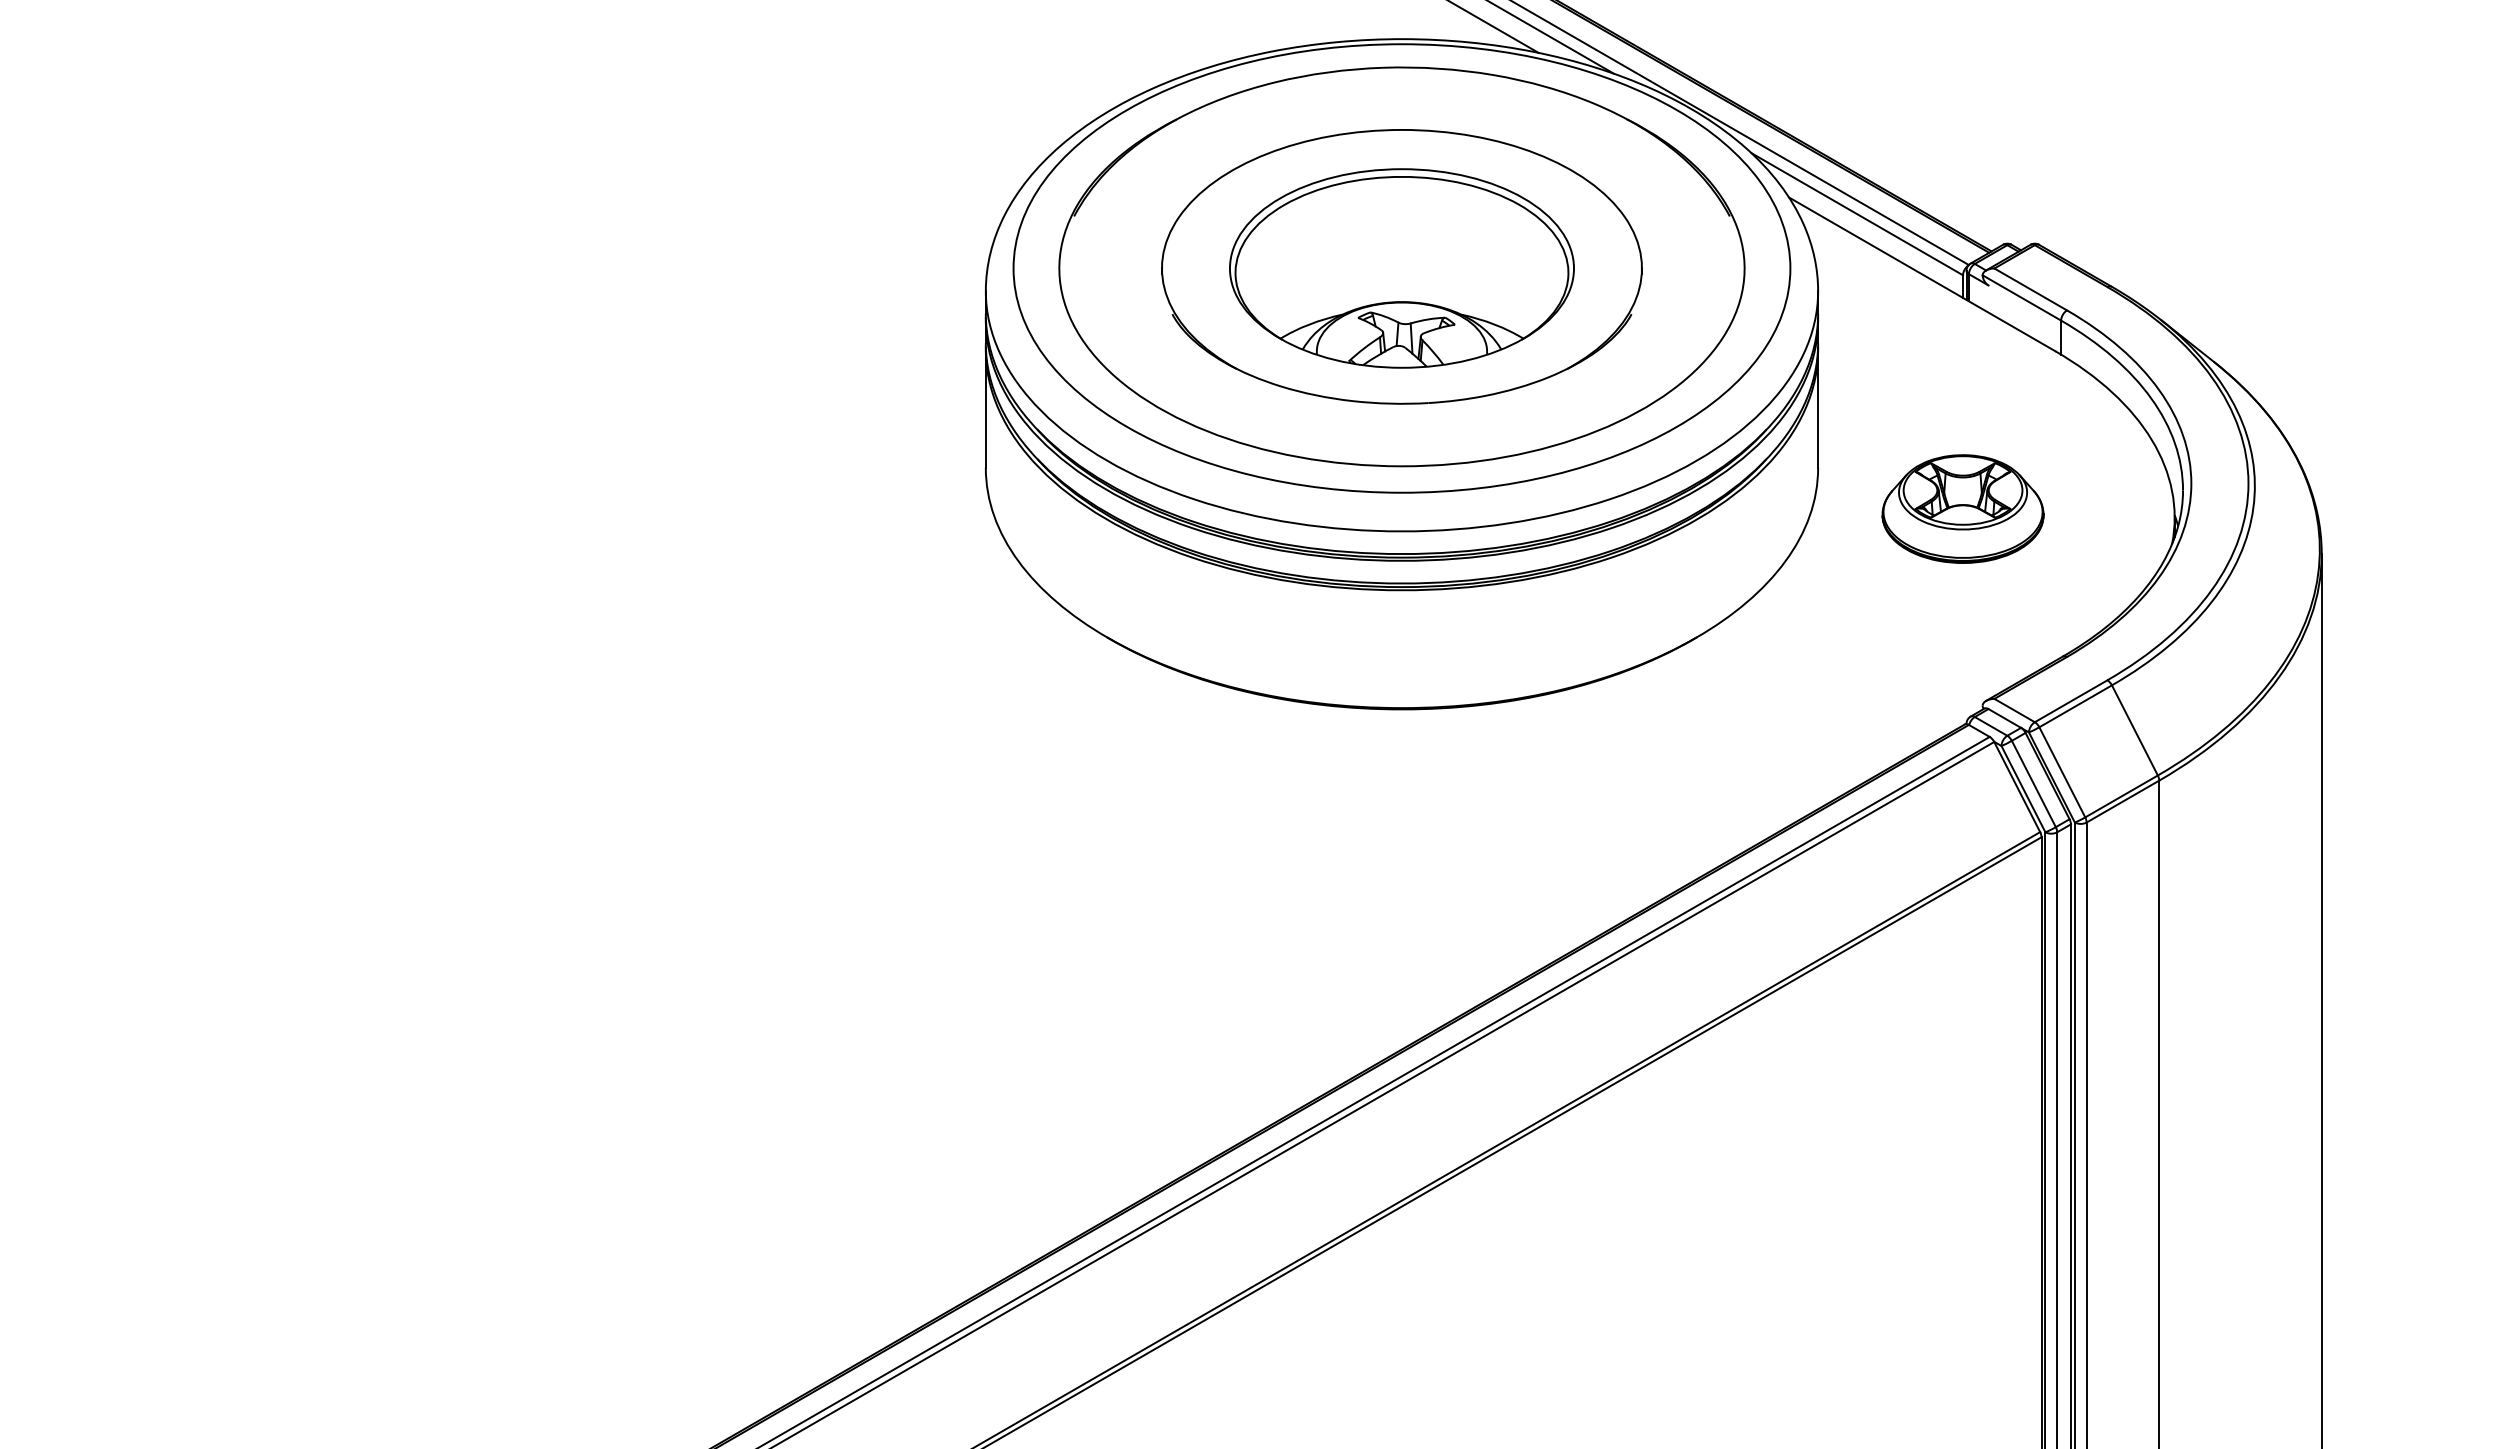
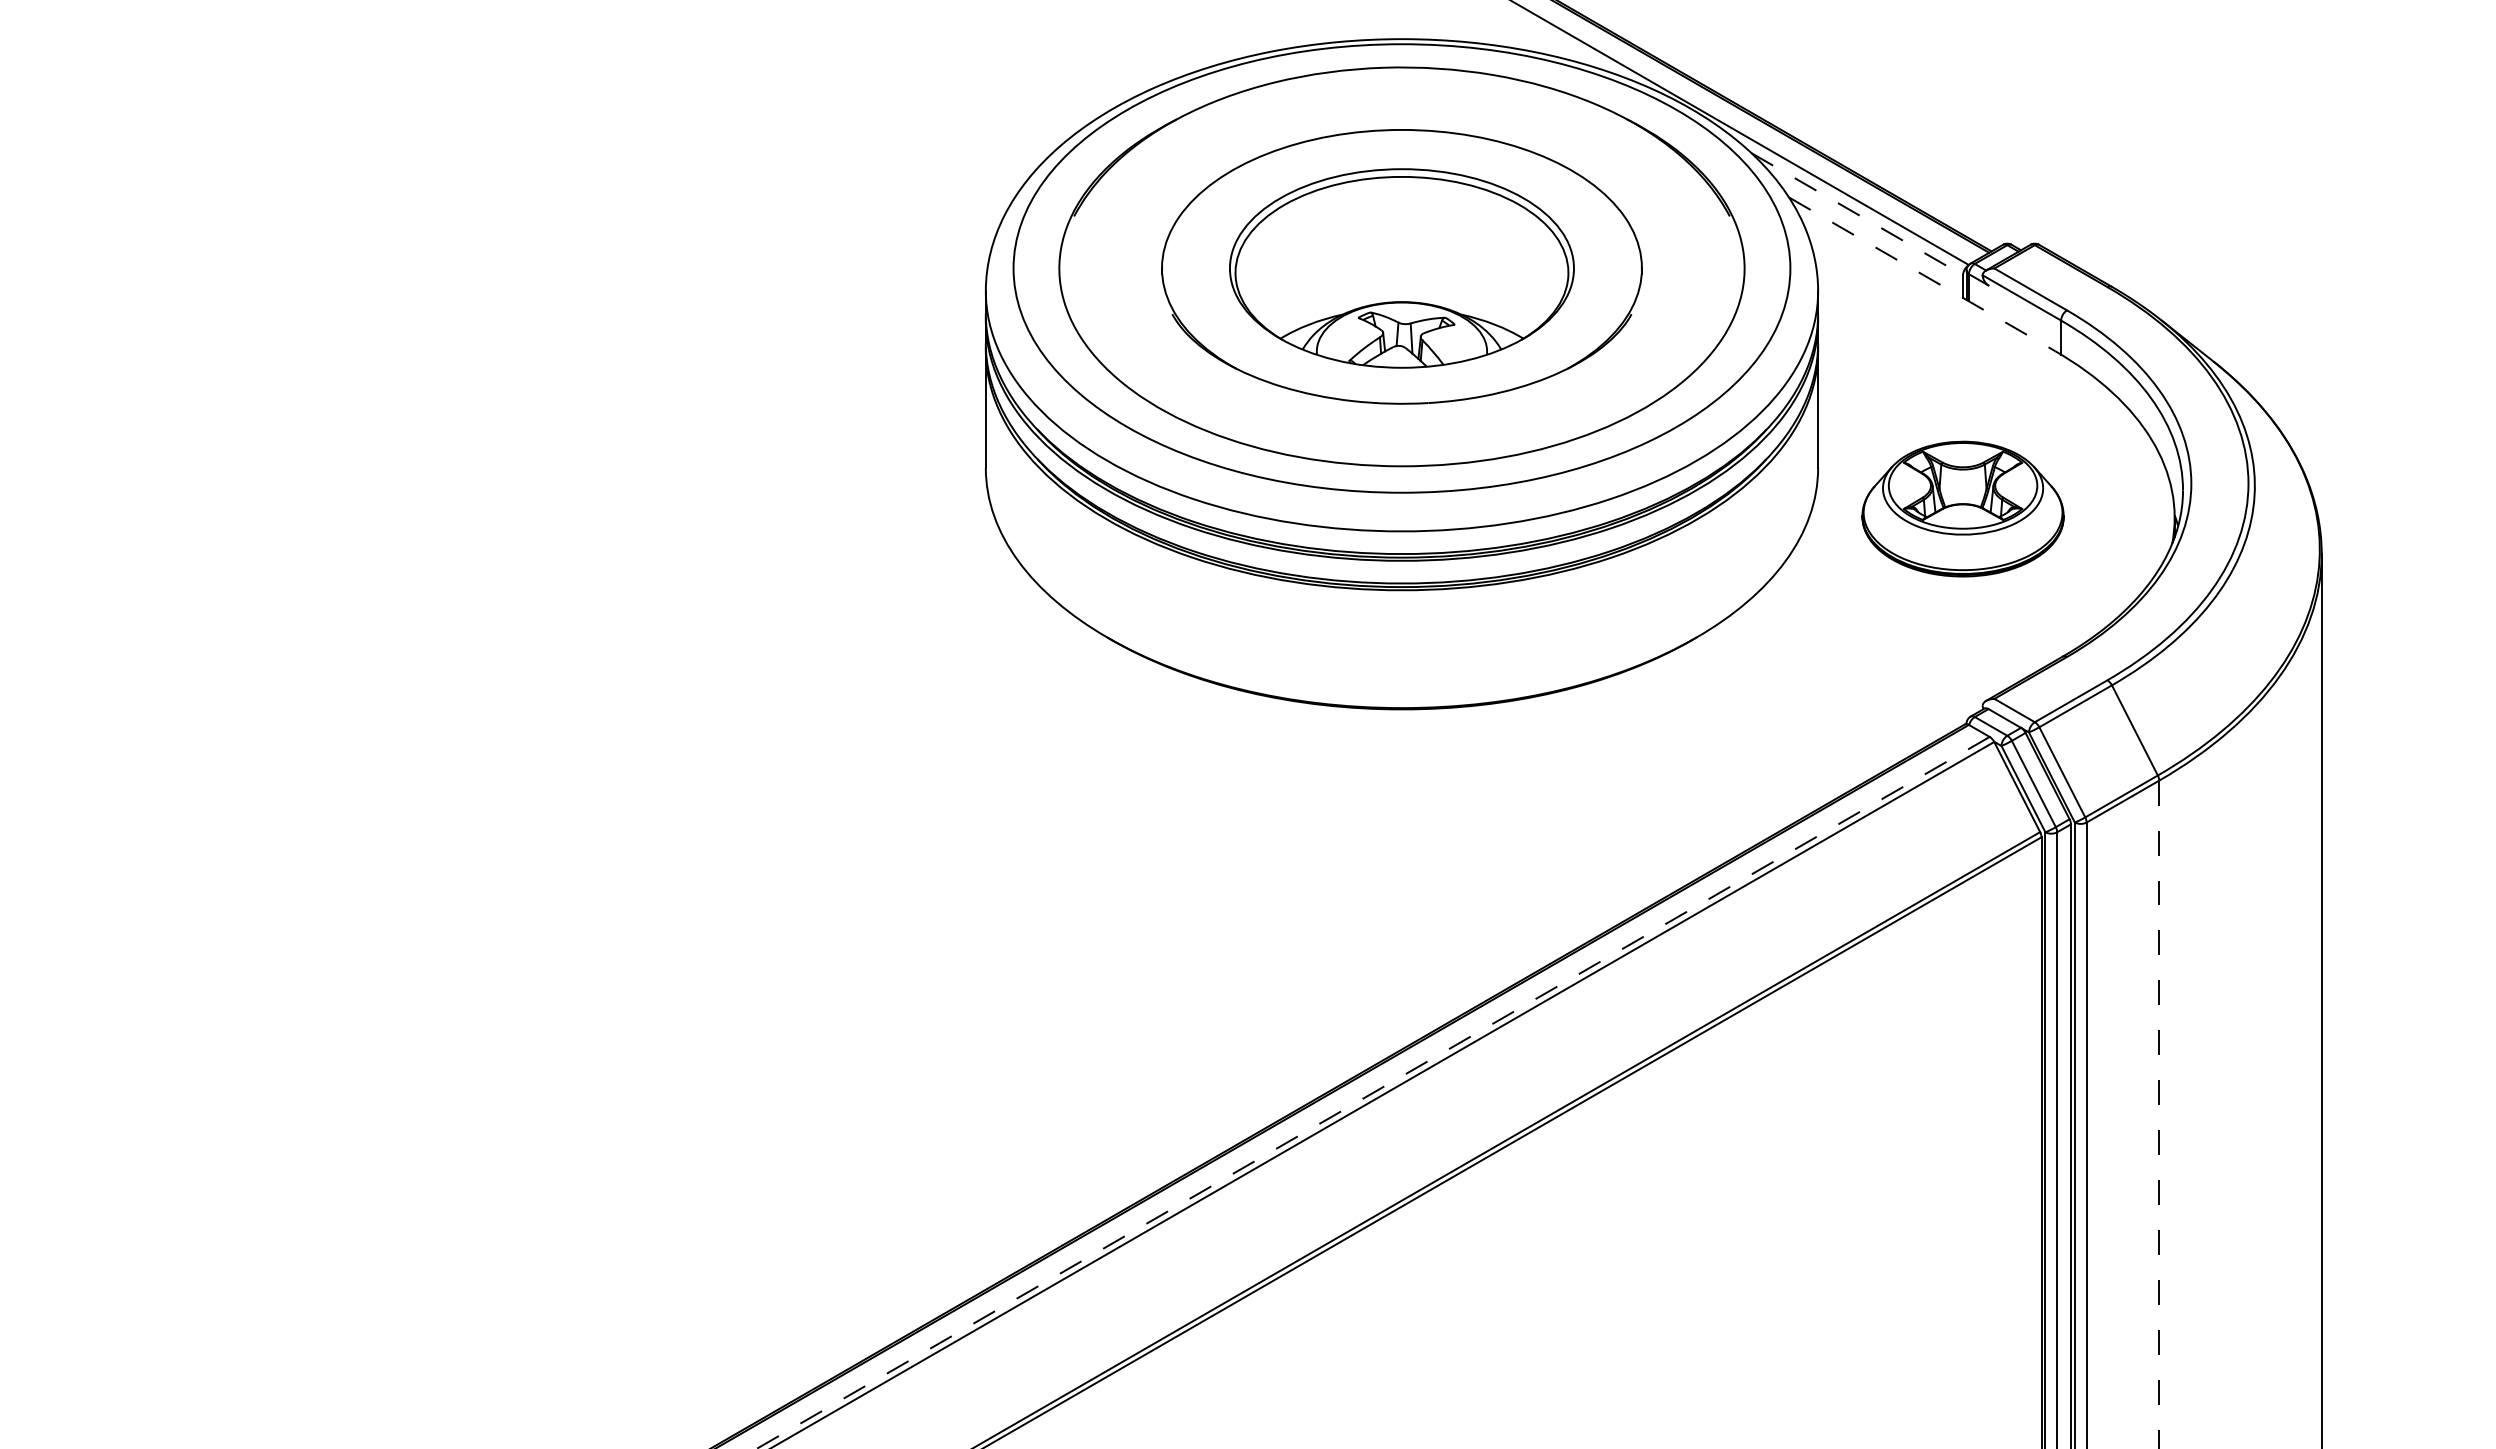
line at (1494, 27): present -> none
line at (1551, 37): present -> none
line at (1857, 214): solid -> dashed
line at (1922, 274): solid -> dashed
part at (1962, 508) size: 164x110 px -> 204x138 px
line at (1373, 1092): solid -> dashed
line at (2159, 1114): solid -> dashed
